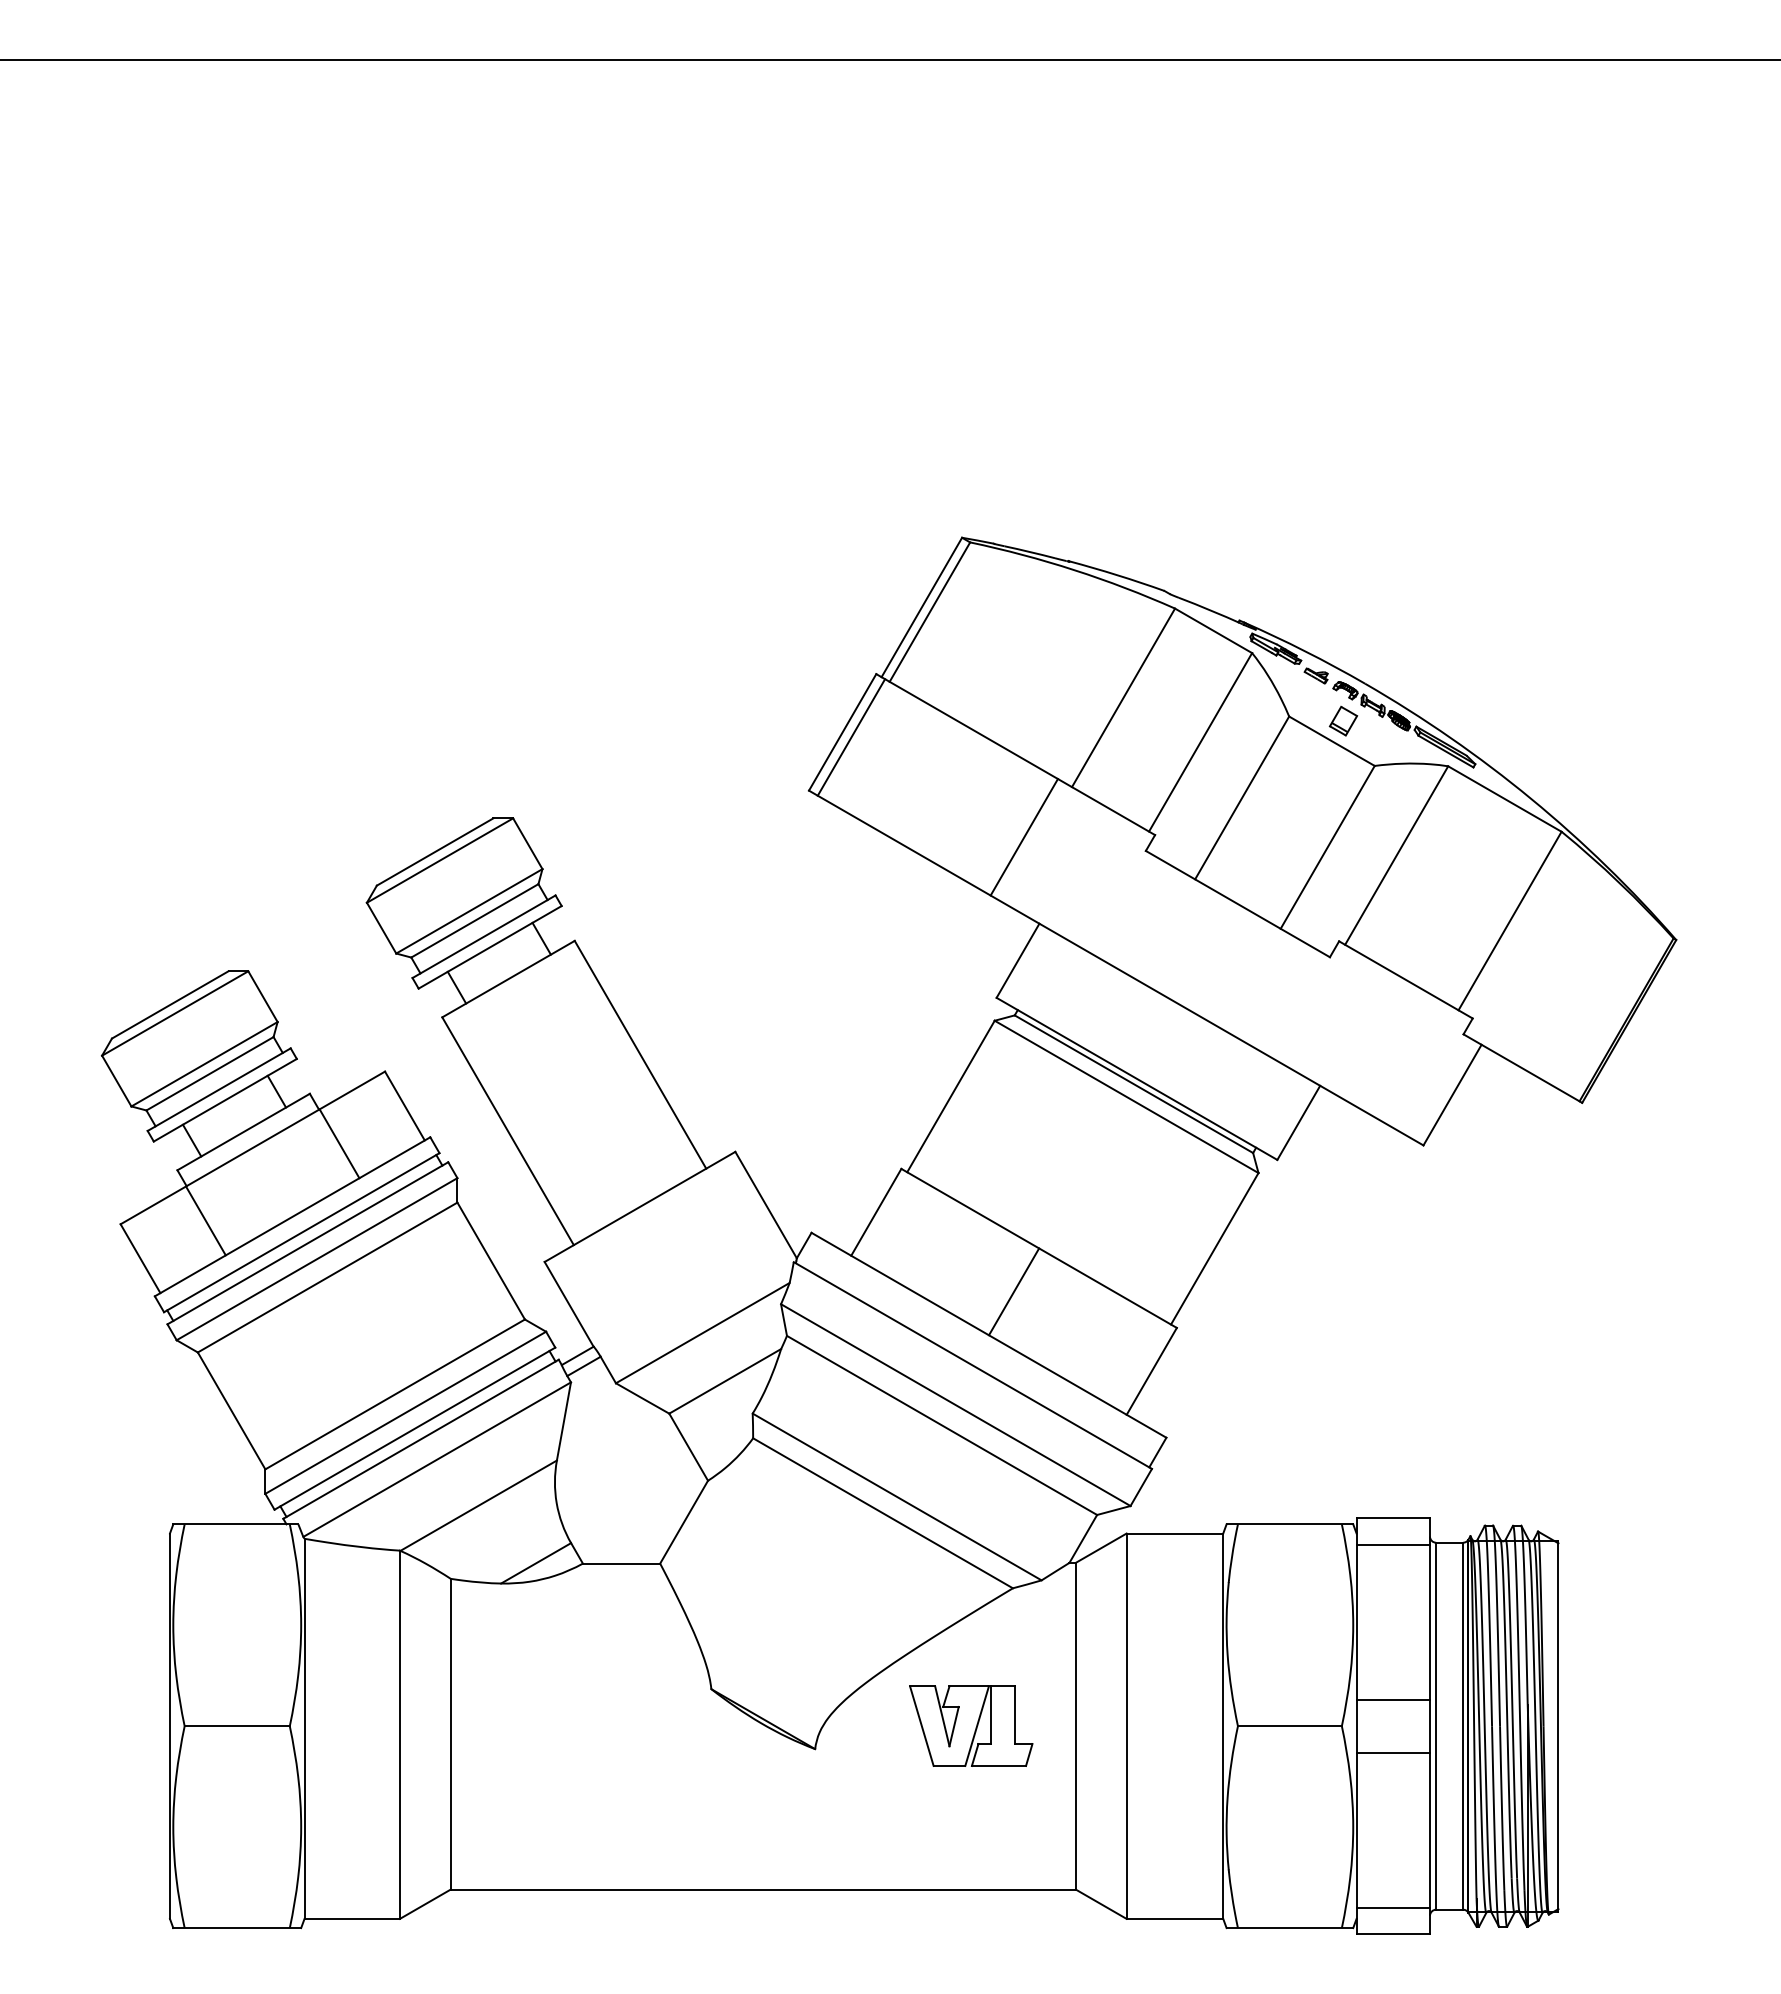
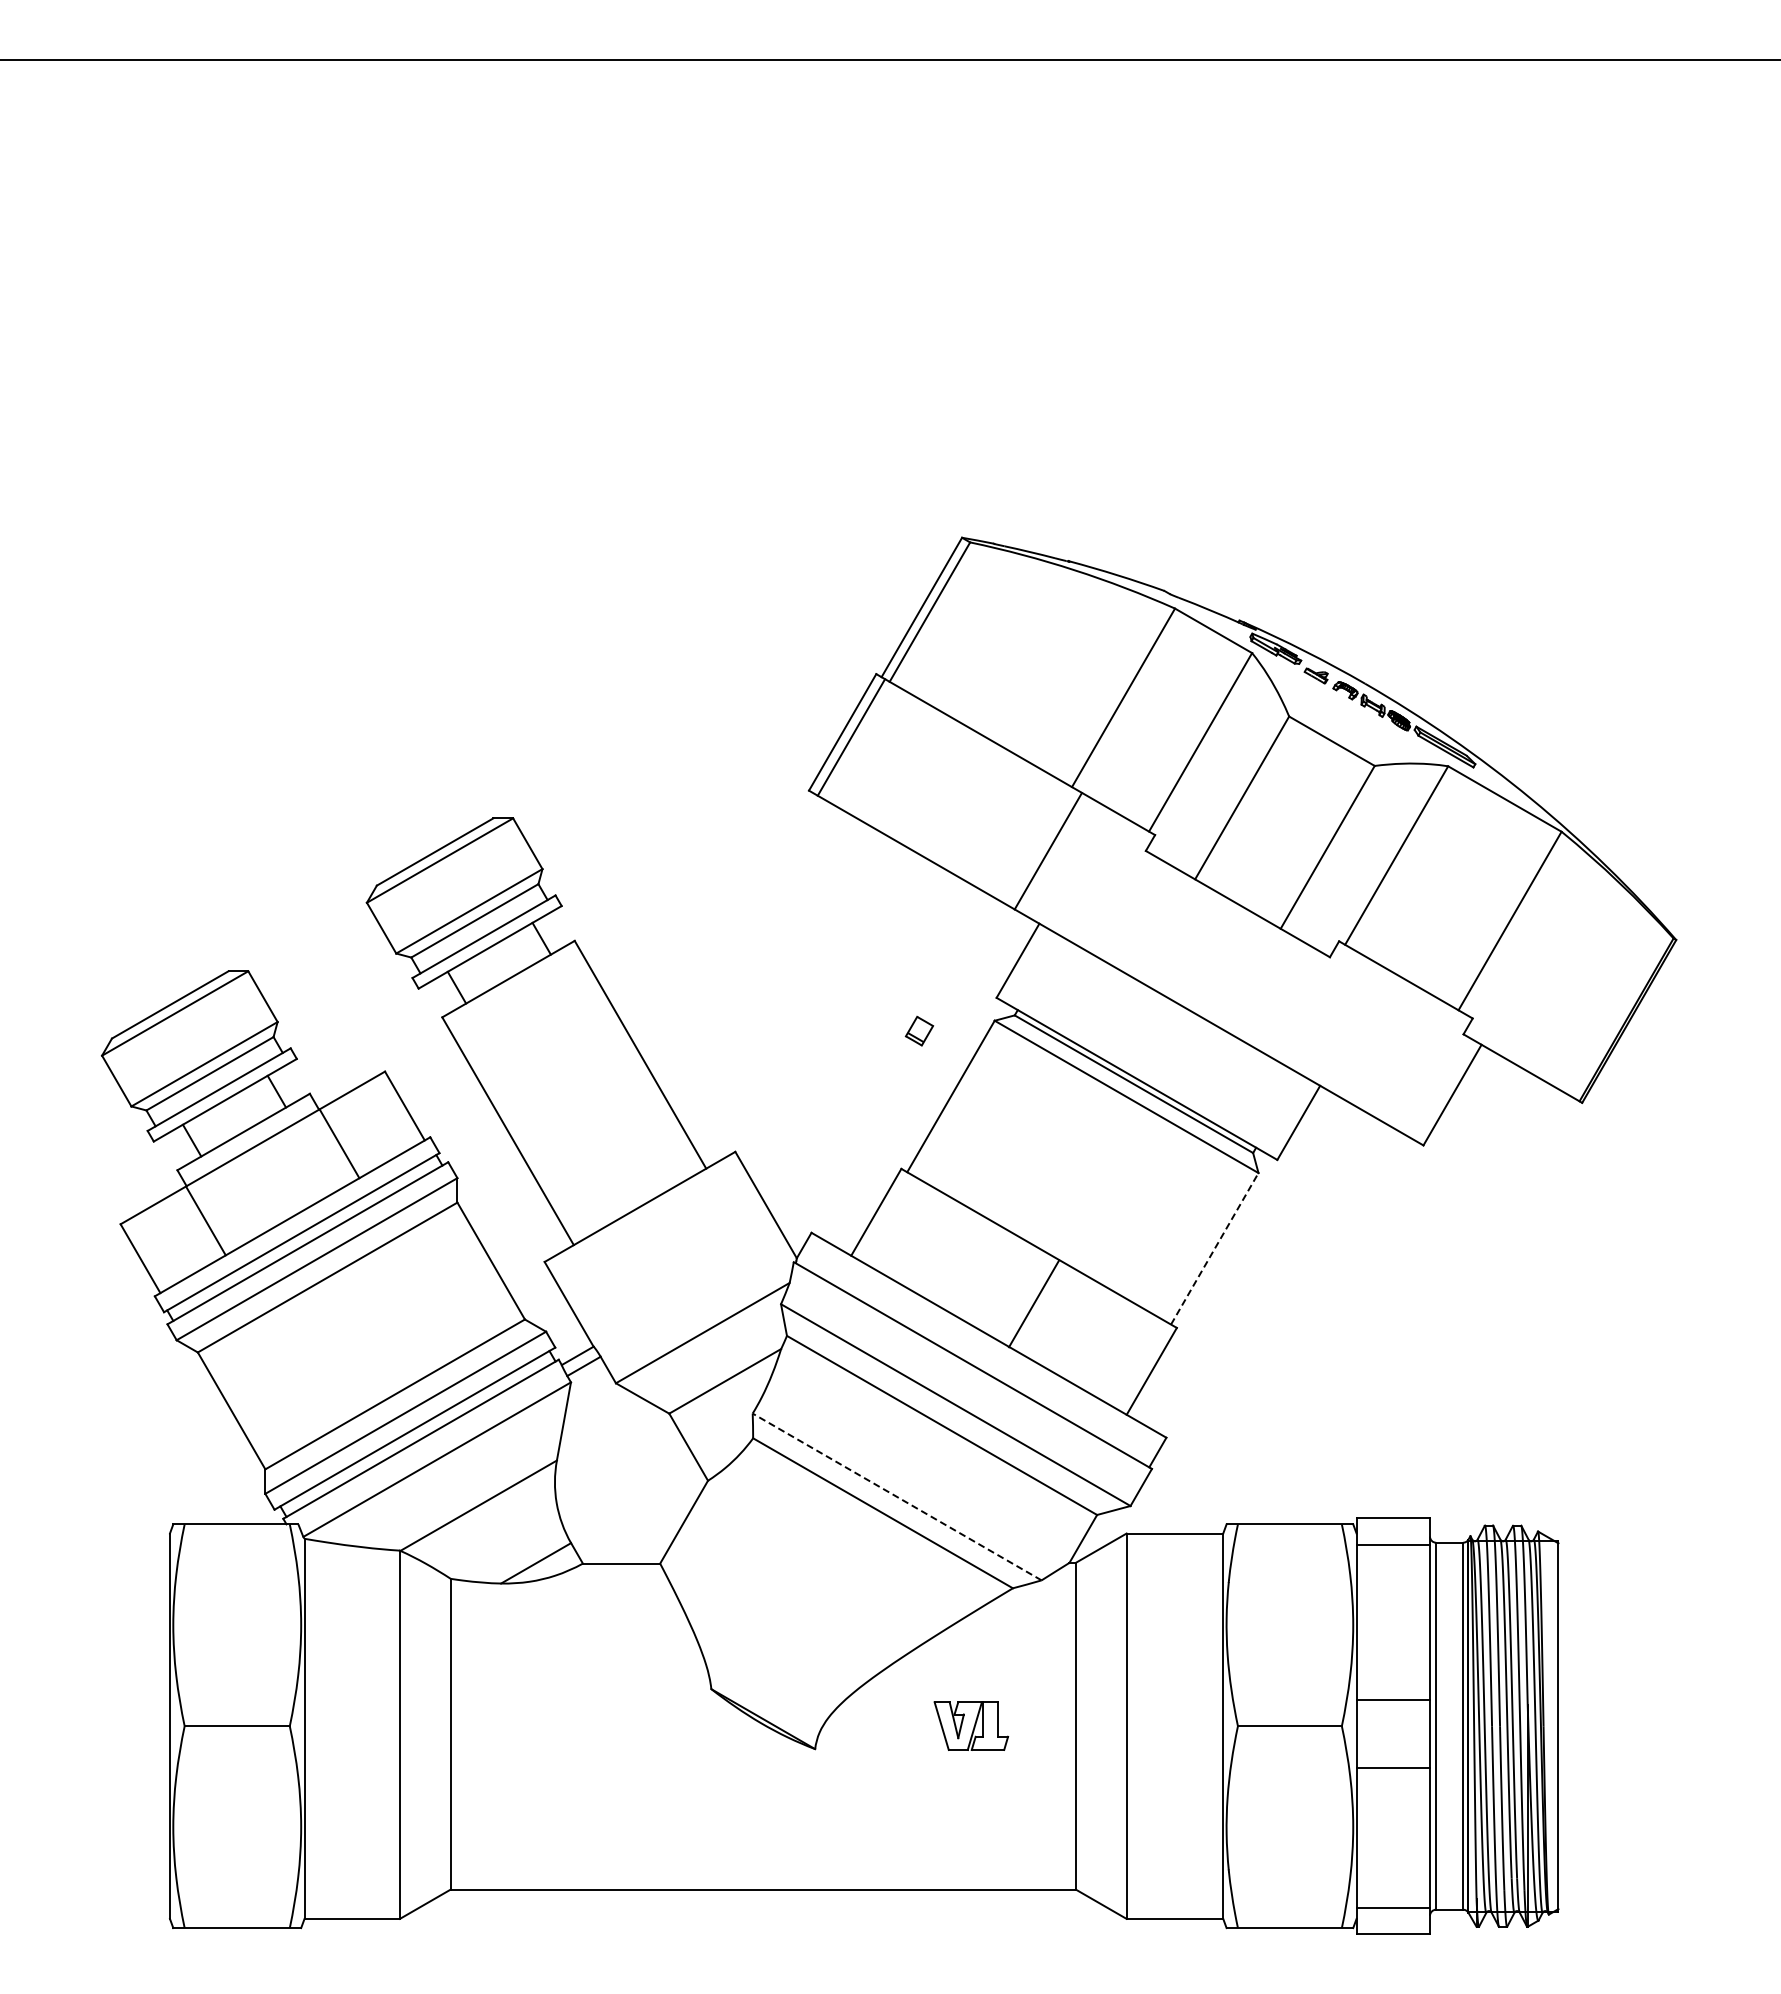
part at (1343, 721) position: (1343, 721) -> (919, 1031)
line at (1023, 837) position: (1023, 837) -> (1047, 851)
line at (1215, 1248): solid -> dashed
line at (1013, 1291) position: (1013, 1291) -> (1033, 1303)
line at (897, 1496): solid -> dashed
part at (971, 1725) size: 125x82 px -> 77x50 px
line at (1393, 1752) position: (1393, 1752) -> (1393, 1767)
